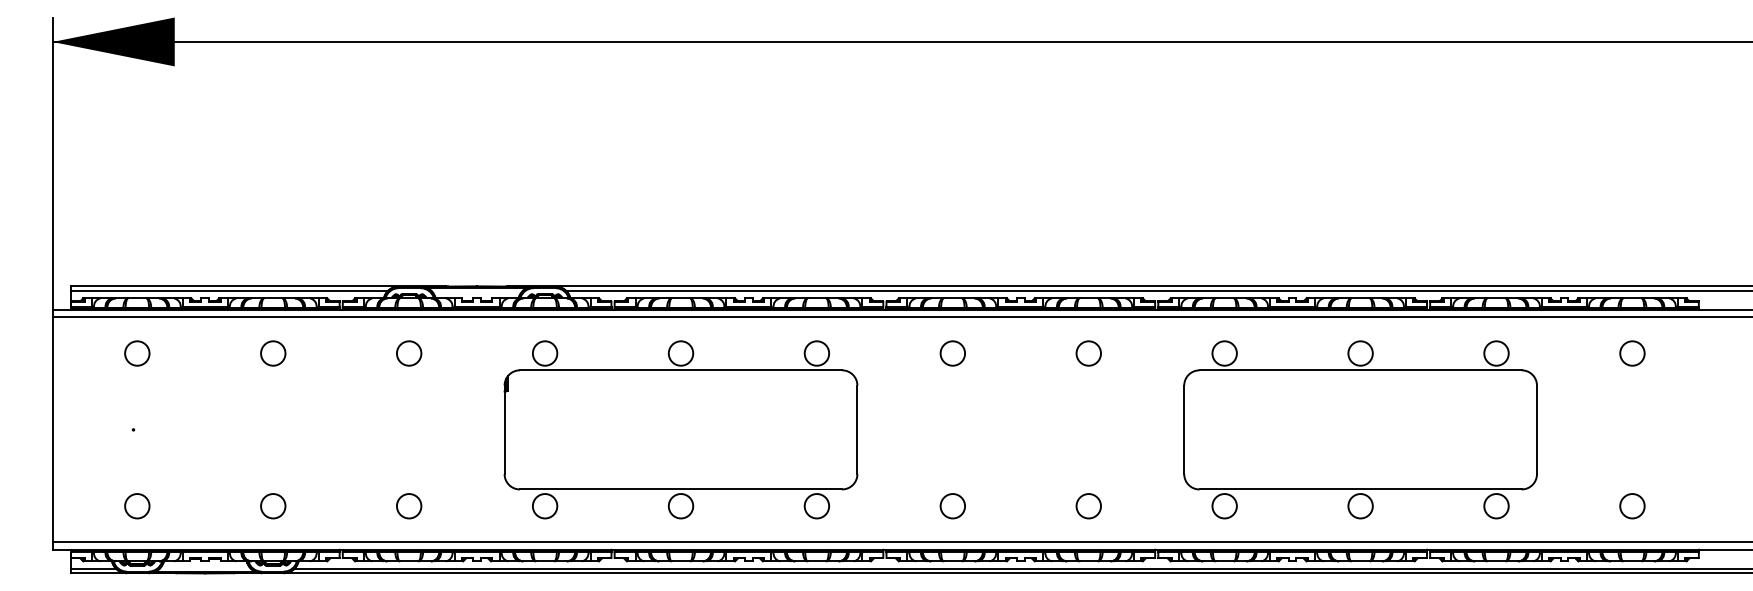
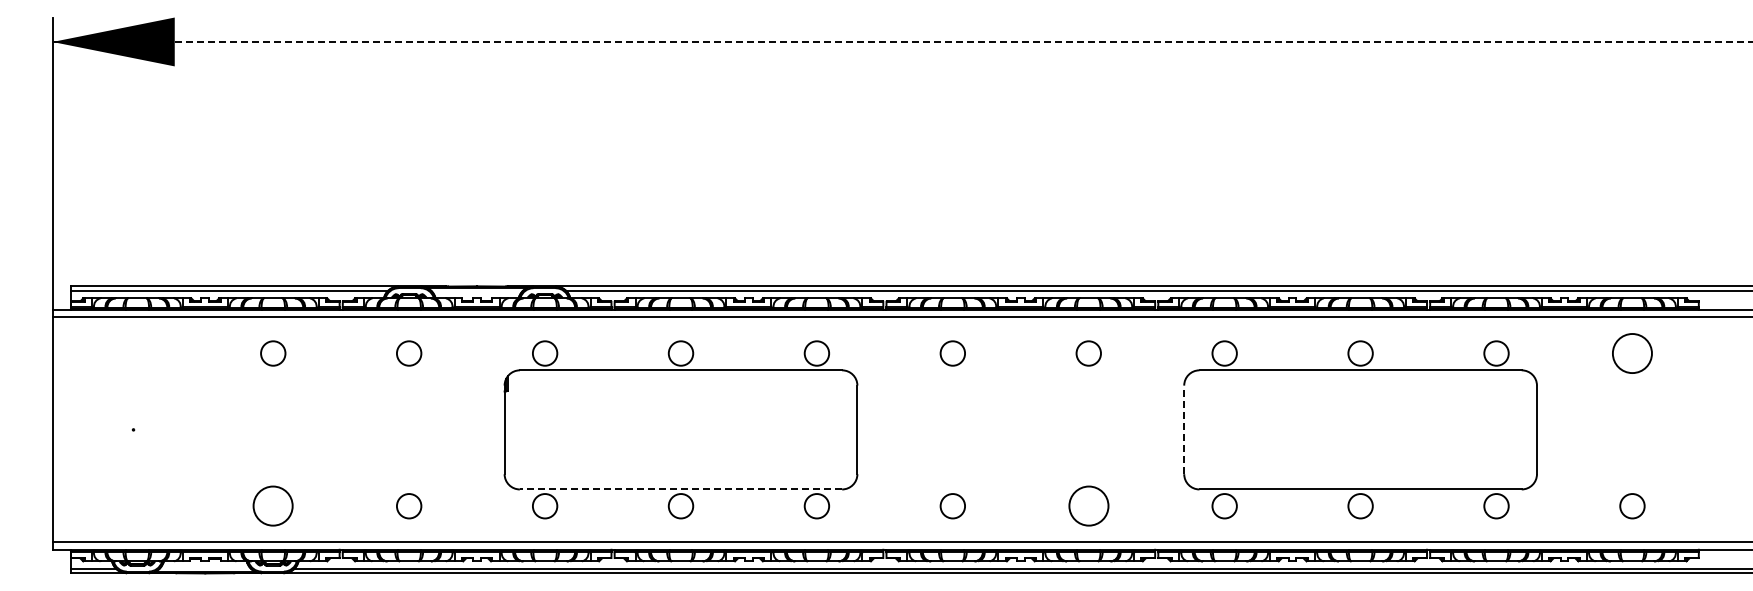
line at (902, 41): solid -> dashed
circle at (137, 353): present -> none
circle at (1632, 353) size: 27x27 px -> 41x41 px
line at (1184, 429): solid -> dashed
line at (680, 489): solid -> dashed
circle at (137, 506): present -> none
circle at (273, 506) size: 27x27 px -> 42x42 px
circle at (1088, 506) size: 27x27 px -> 42x42 px
